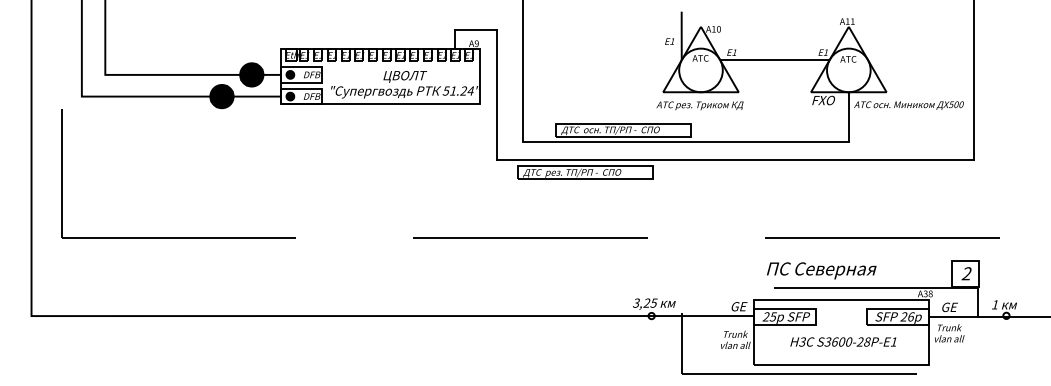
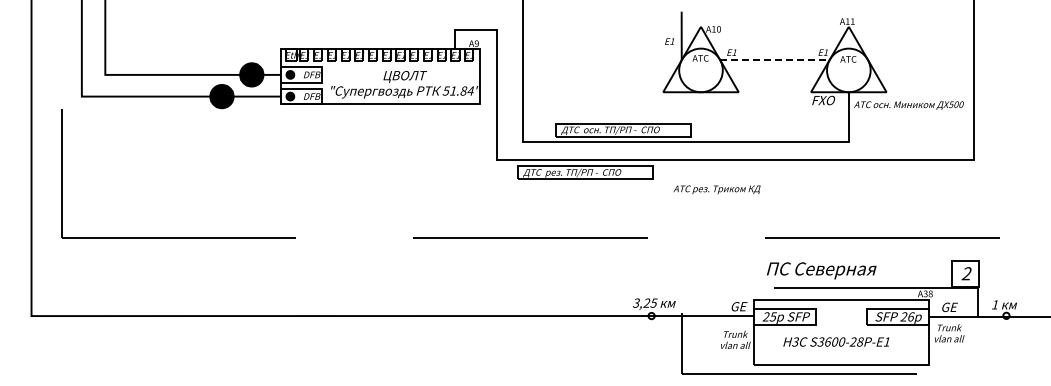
line at (775, 59): solid -> dashed
text at (463, 90): 51.24" -> 51.84"
text at (699, 105) position: (699, 105) -> (716, 189)
text at (843, 341) position: (843, 341) -> (836, 341)
